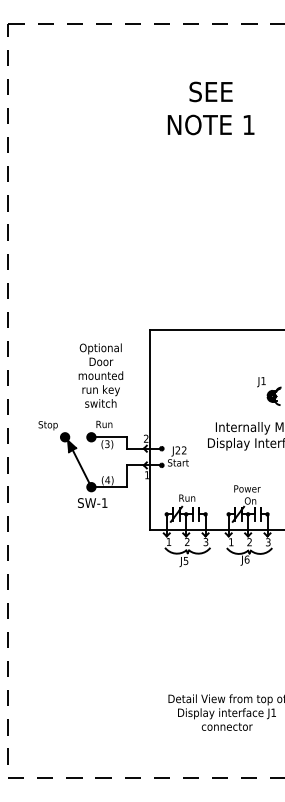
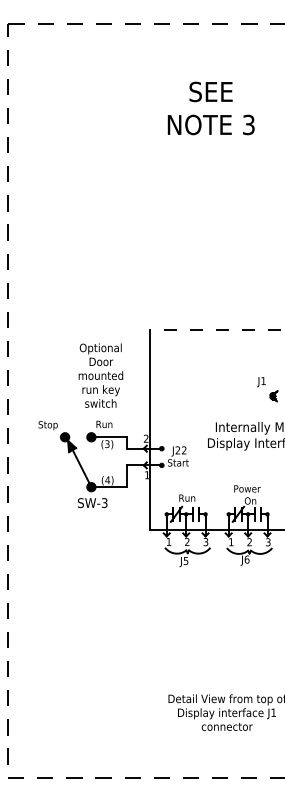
text at (248, 124): 1 -> 3
line at (216, 330): solid -> dashed
part at (273, 395) size: 16x20 px -> 10x13 px
text at (104, 502): SW-1 -> SW-3
